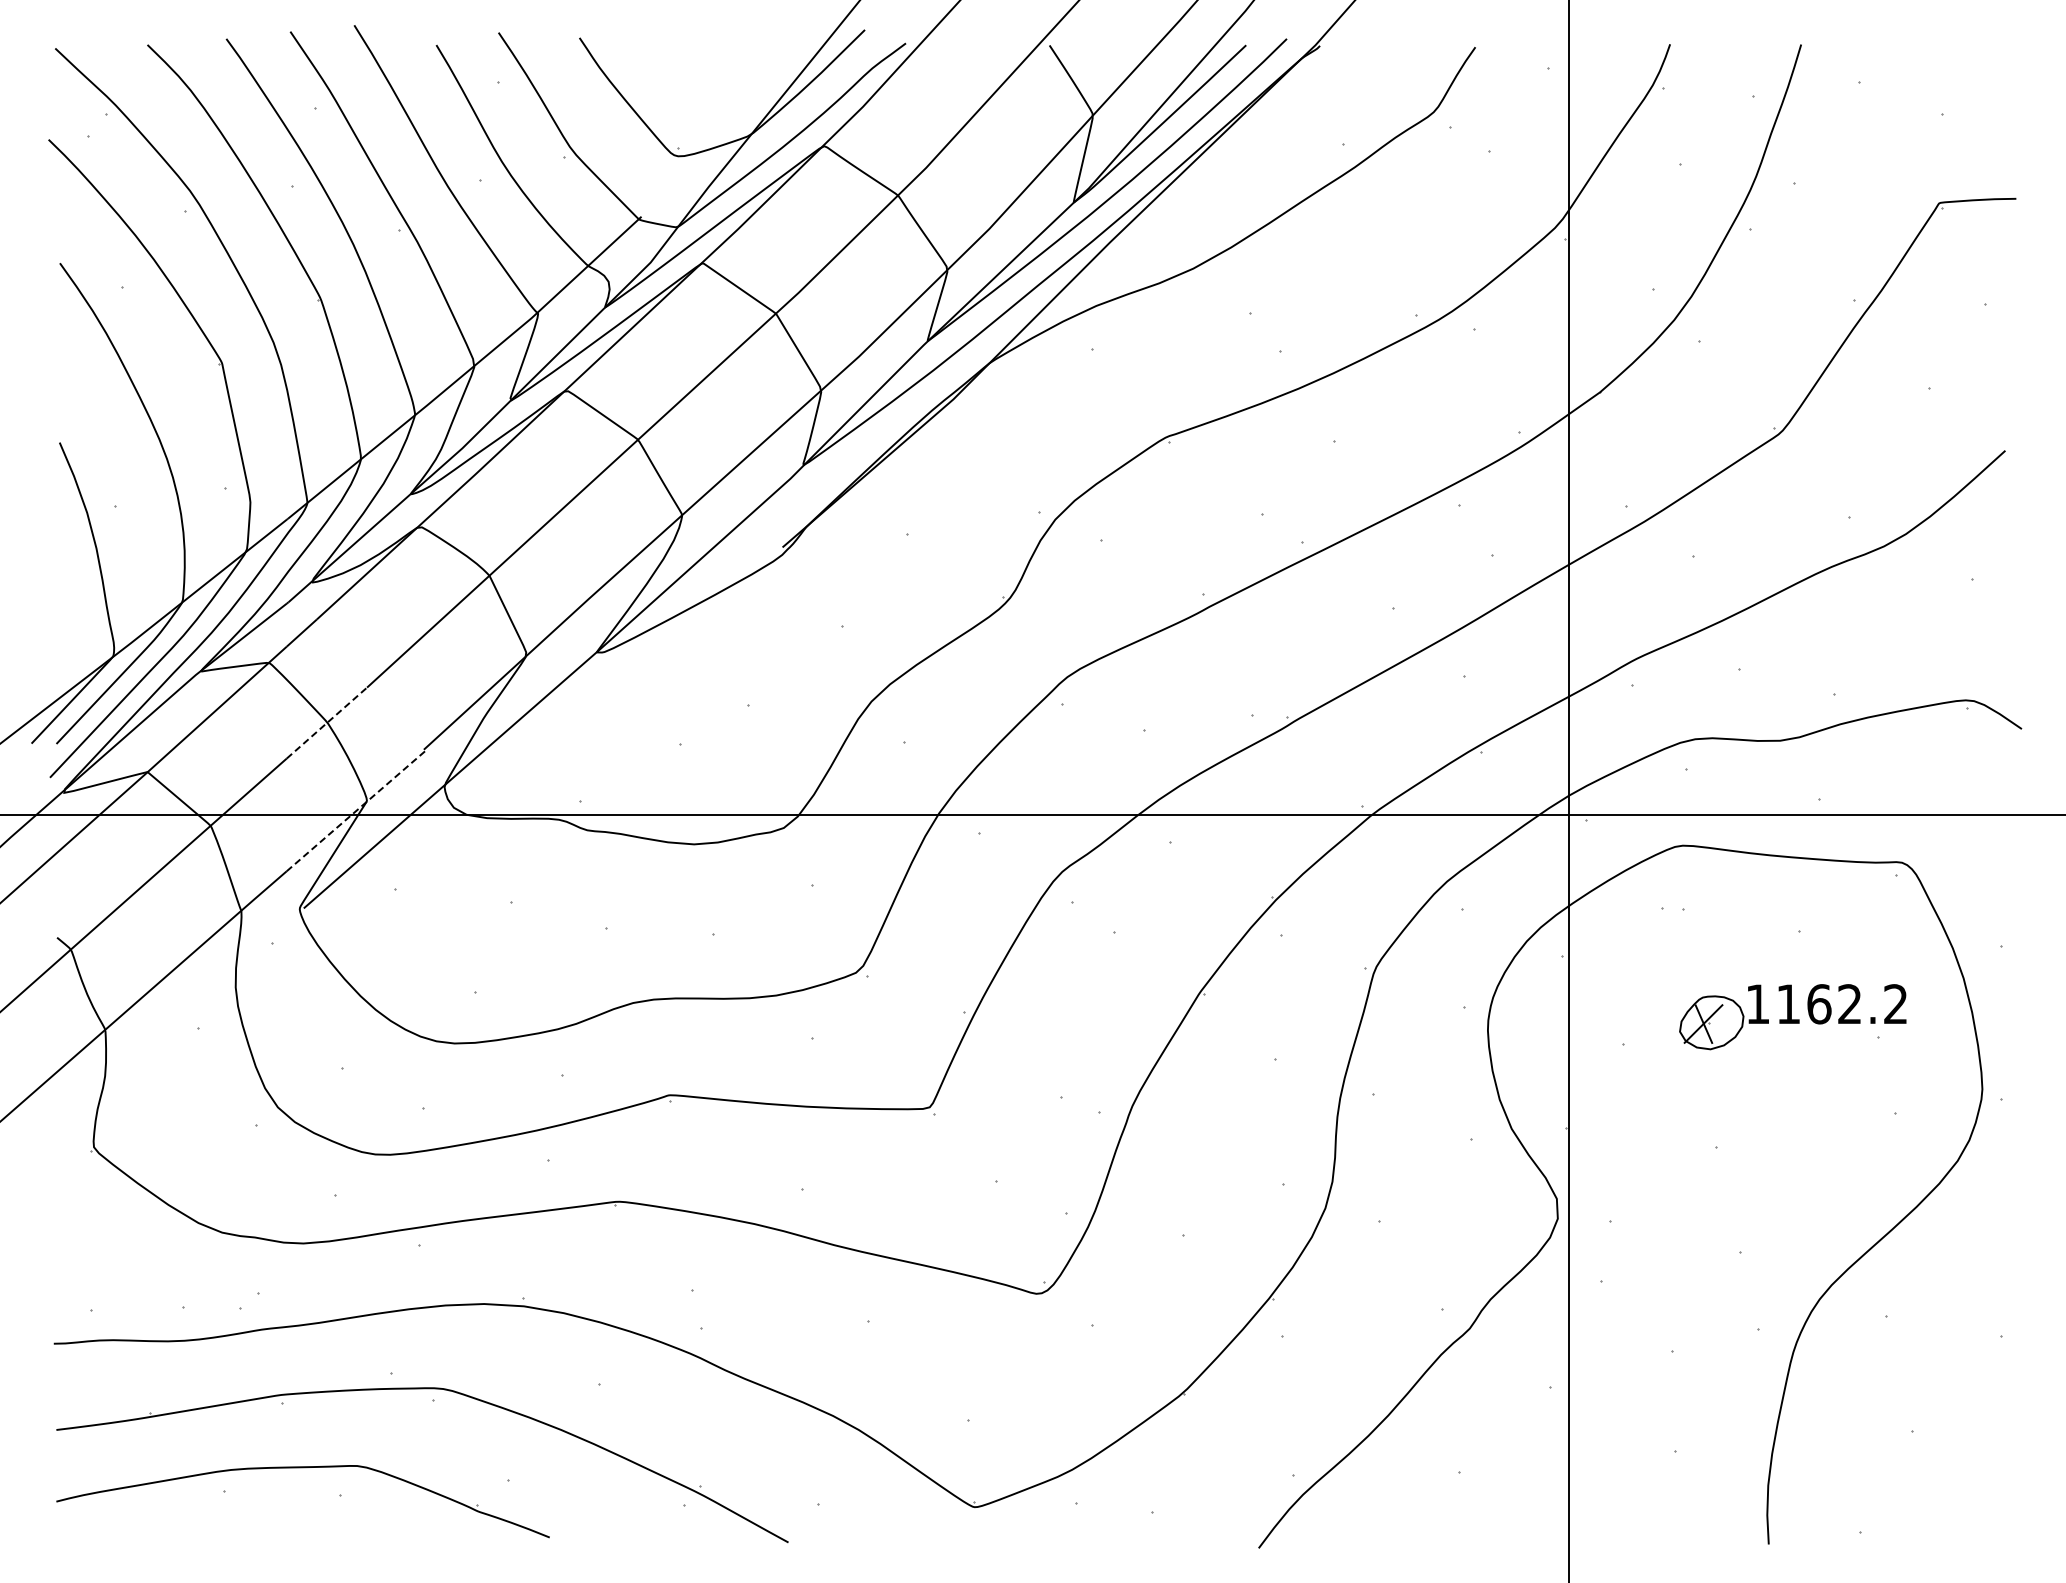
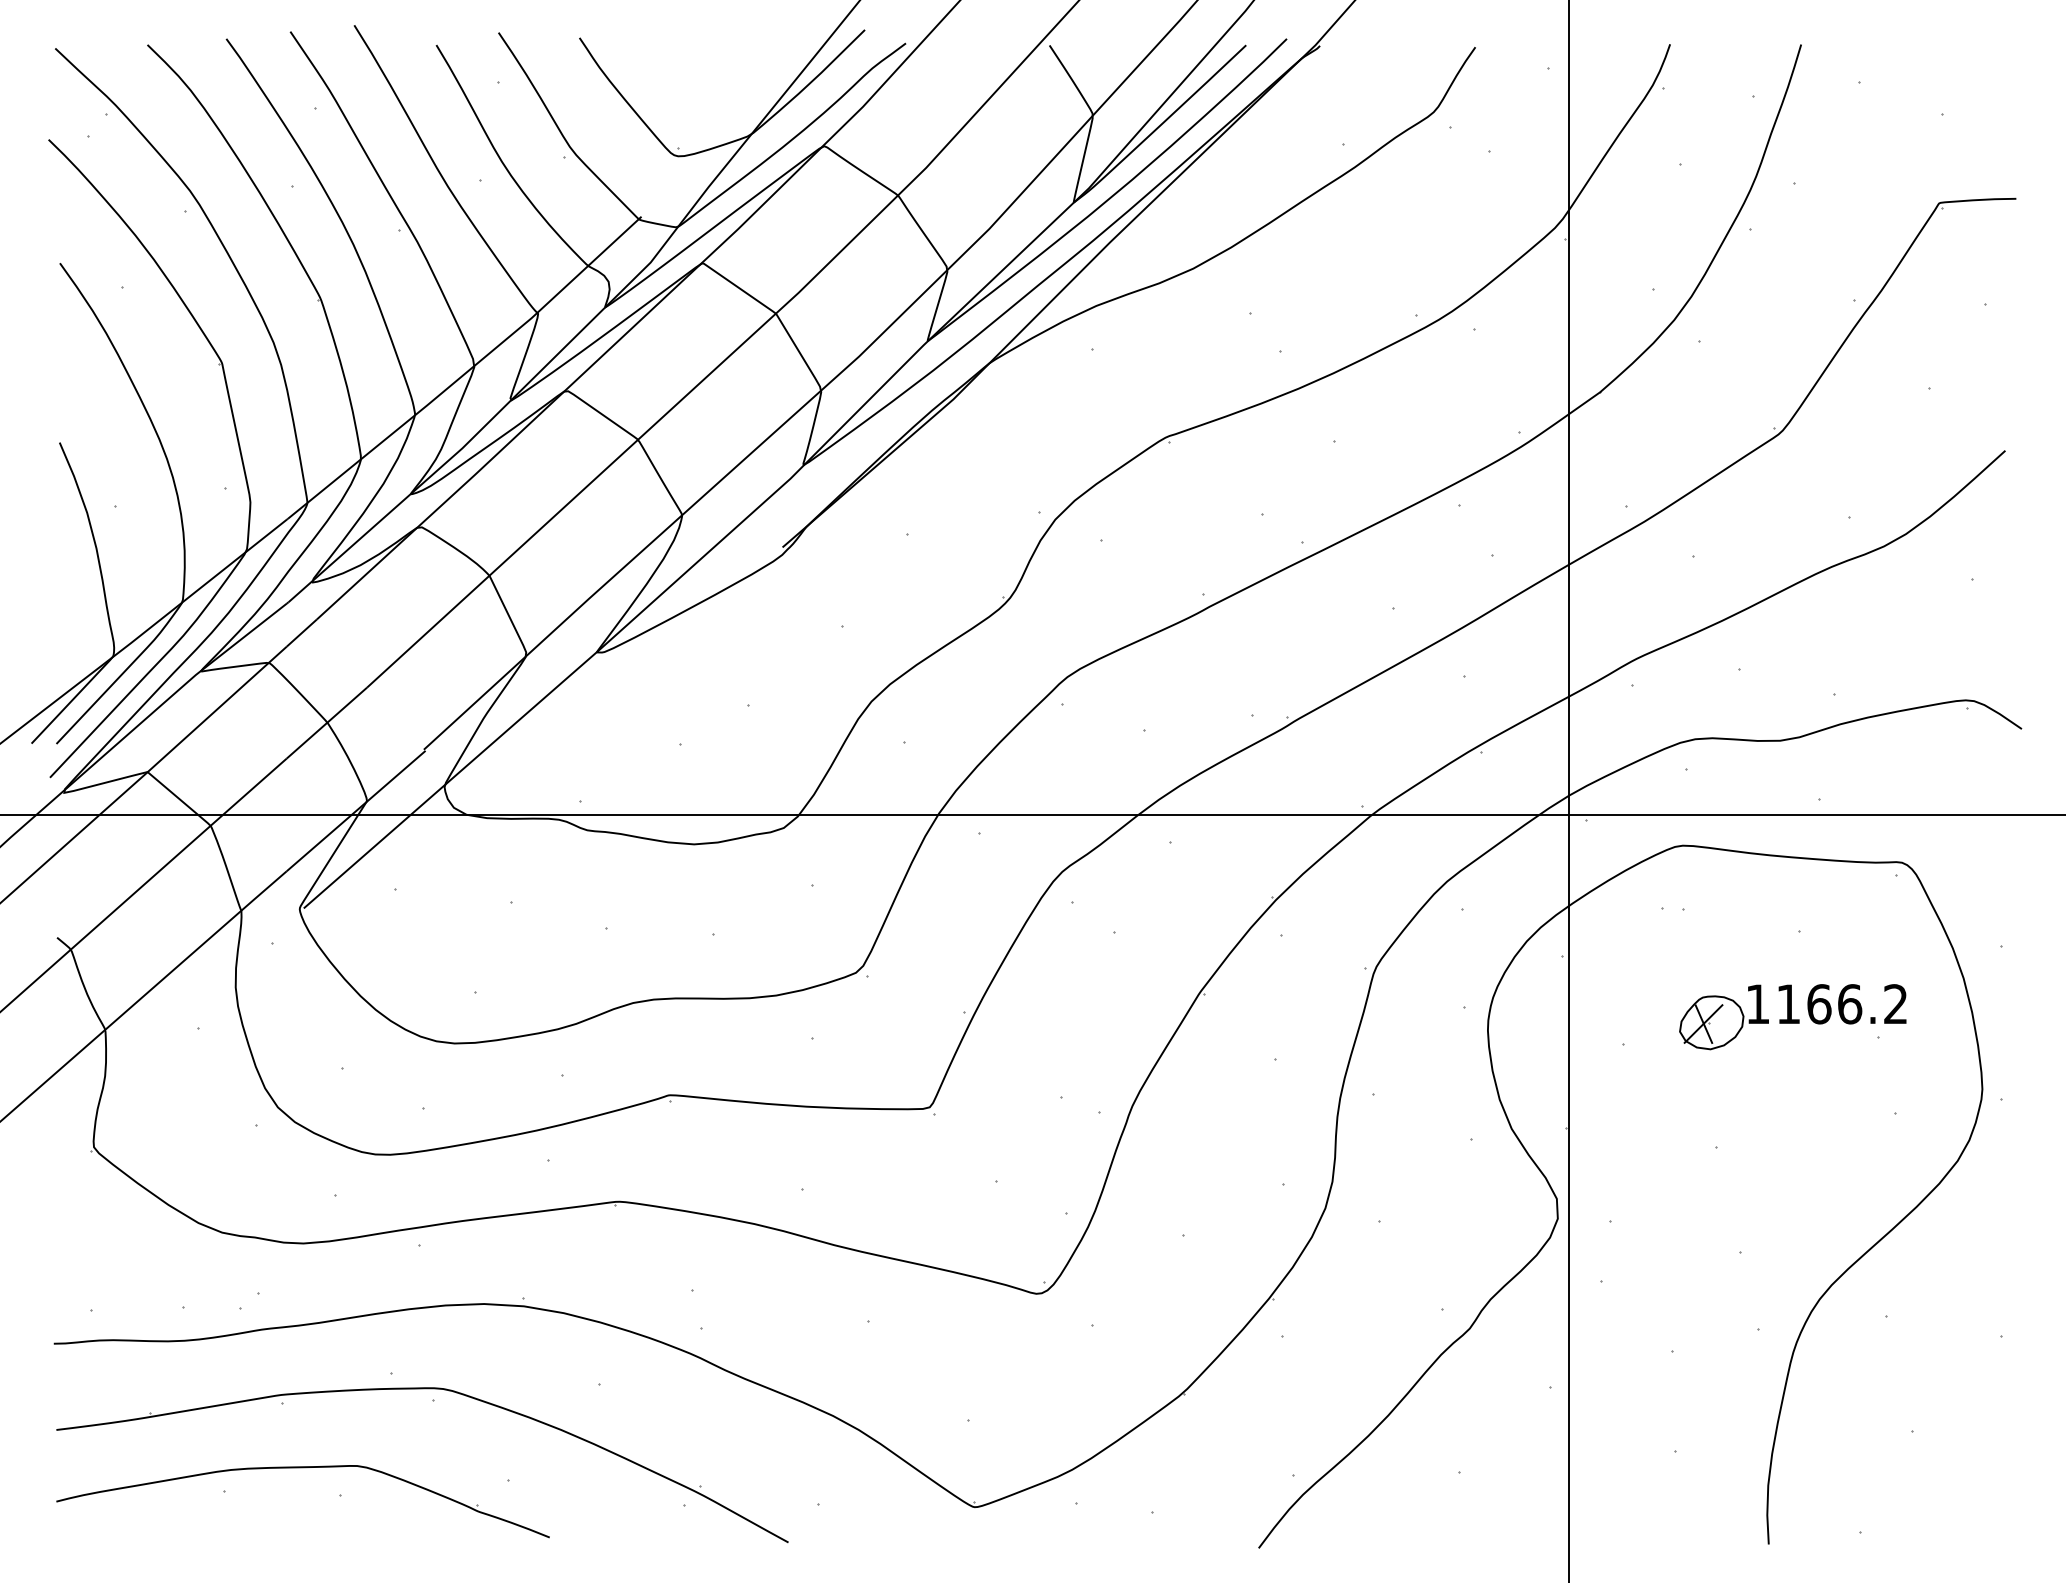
line at (326, 723): dashed -> solid
line at (356, 811): dashed -> solid
text at (1850, 1004): 1162.2 -> 1166.2
